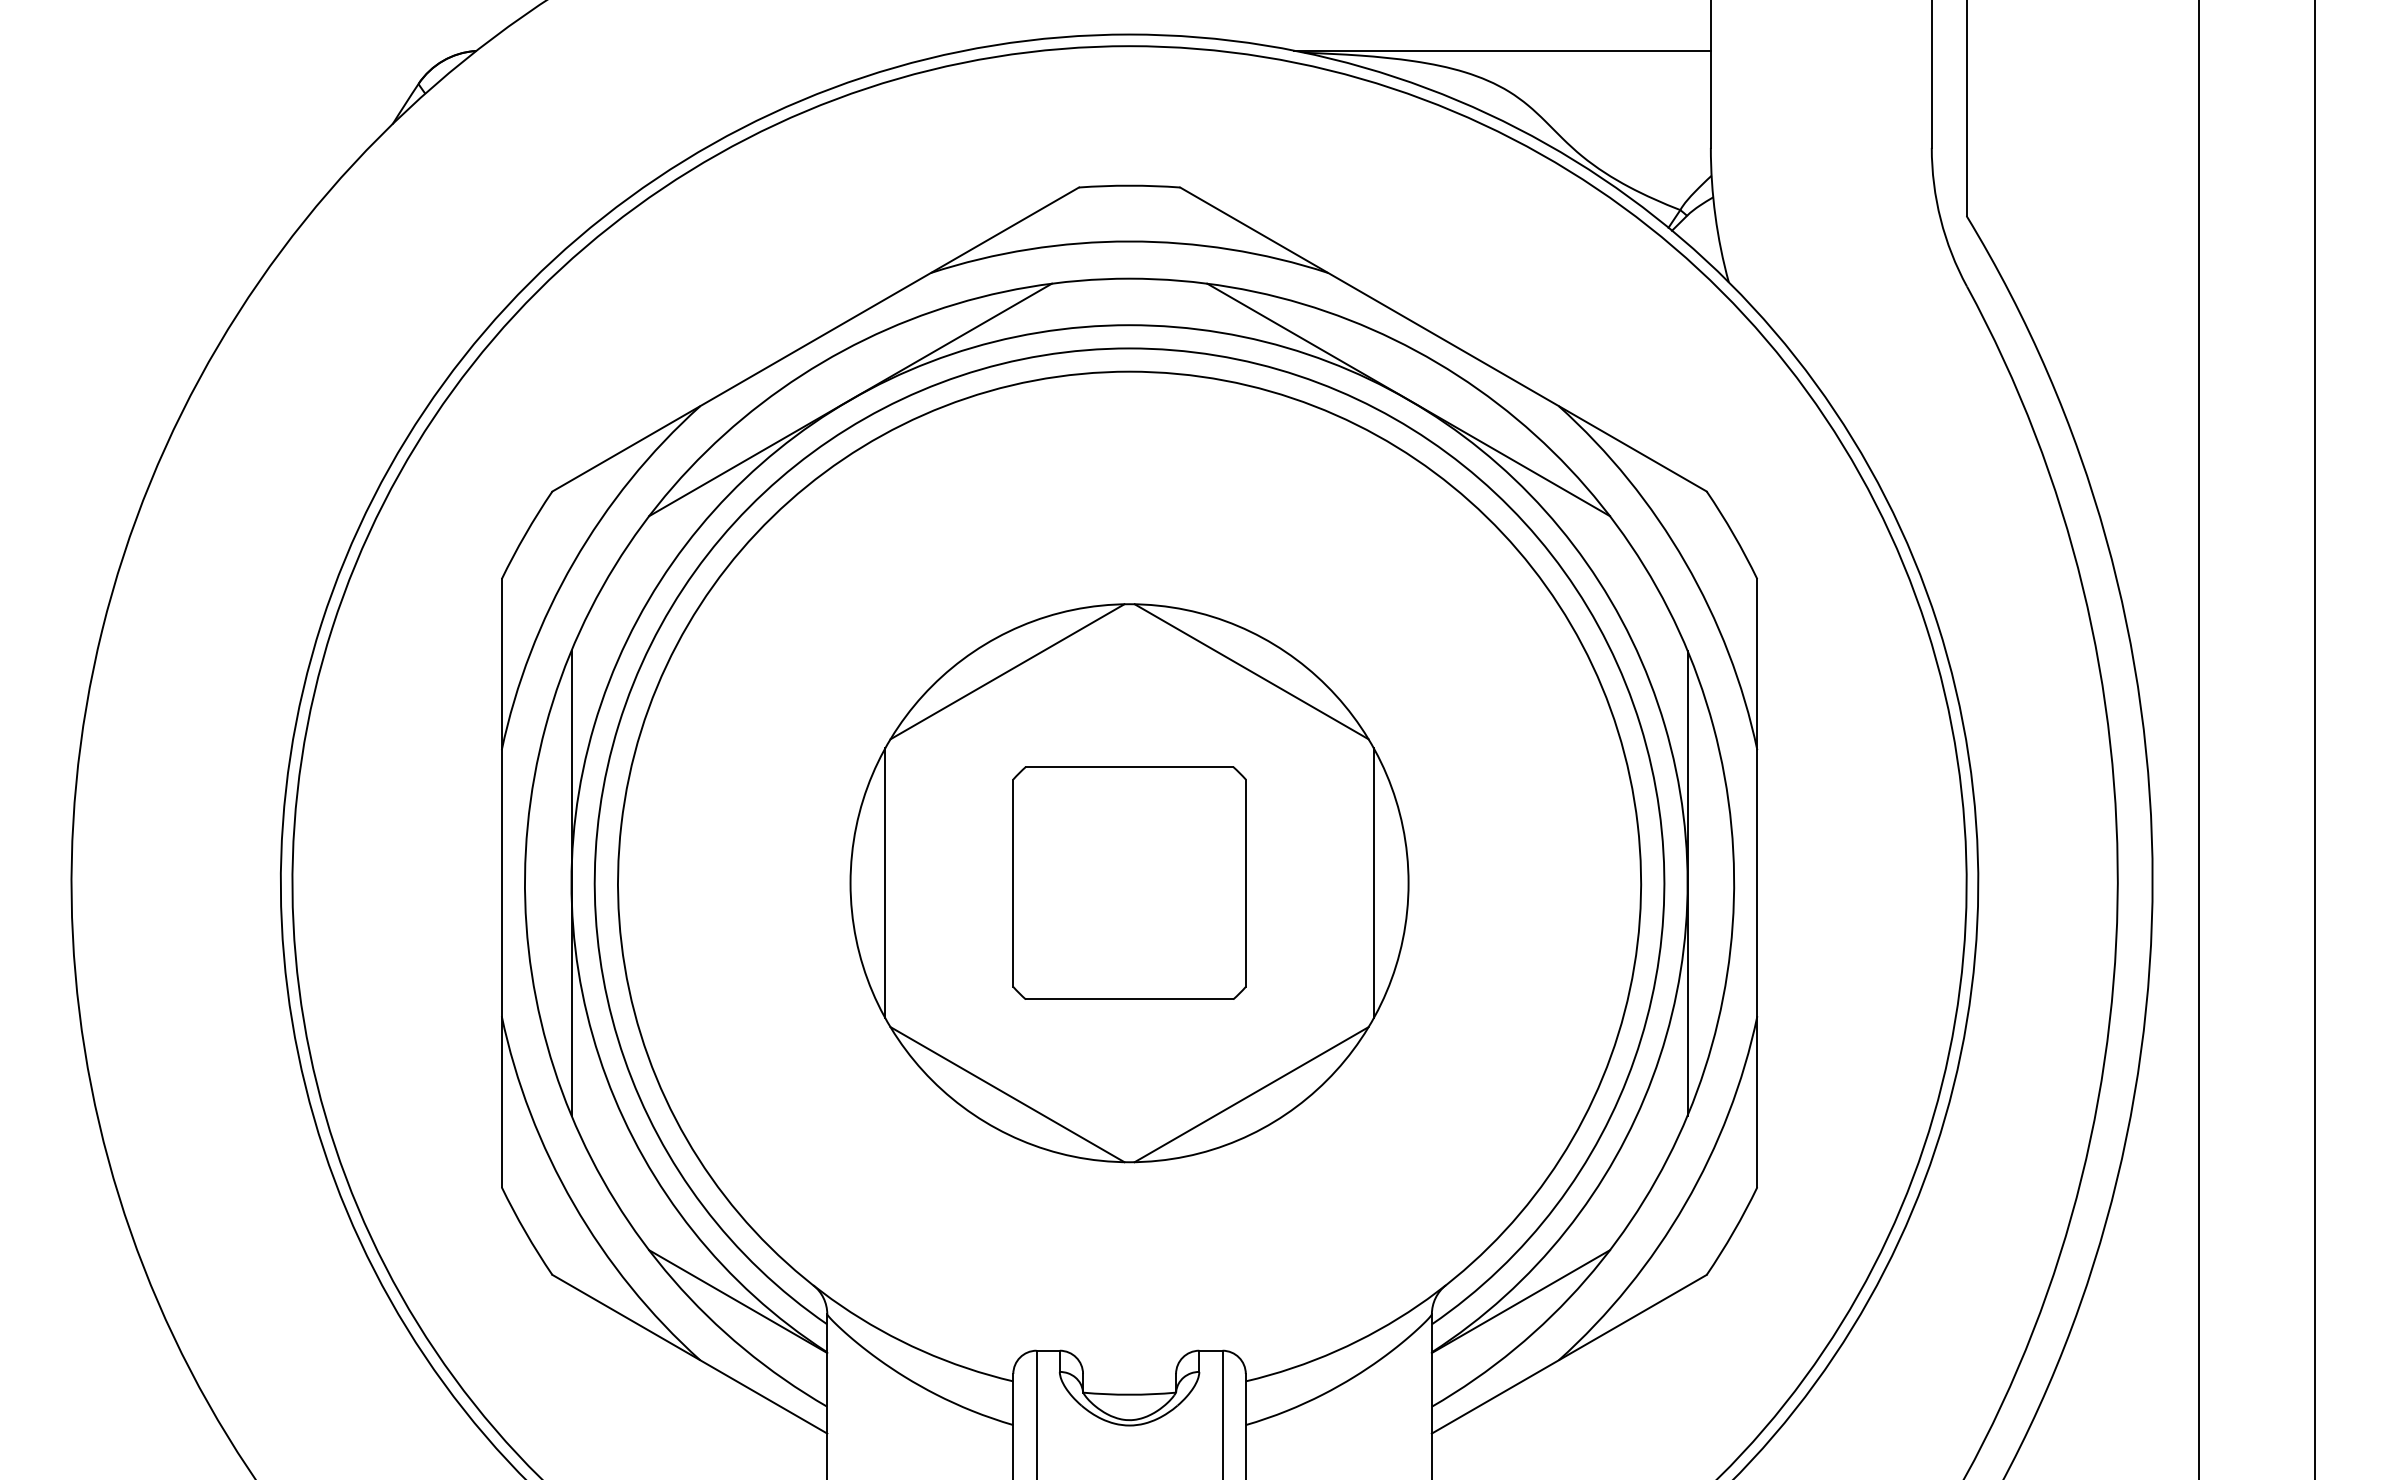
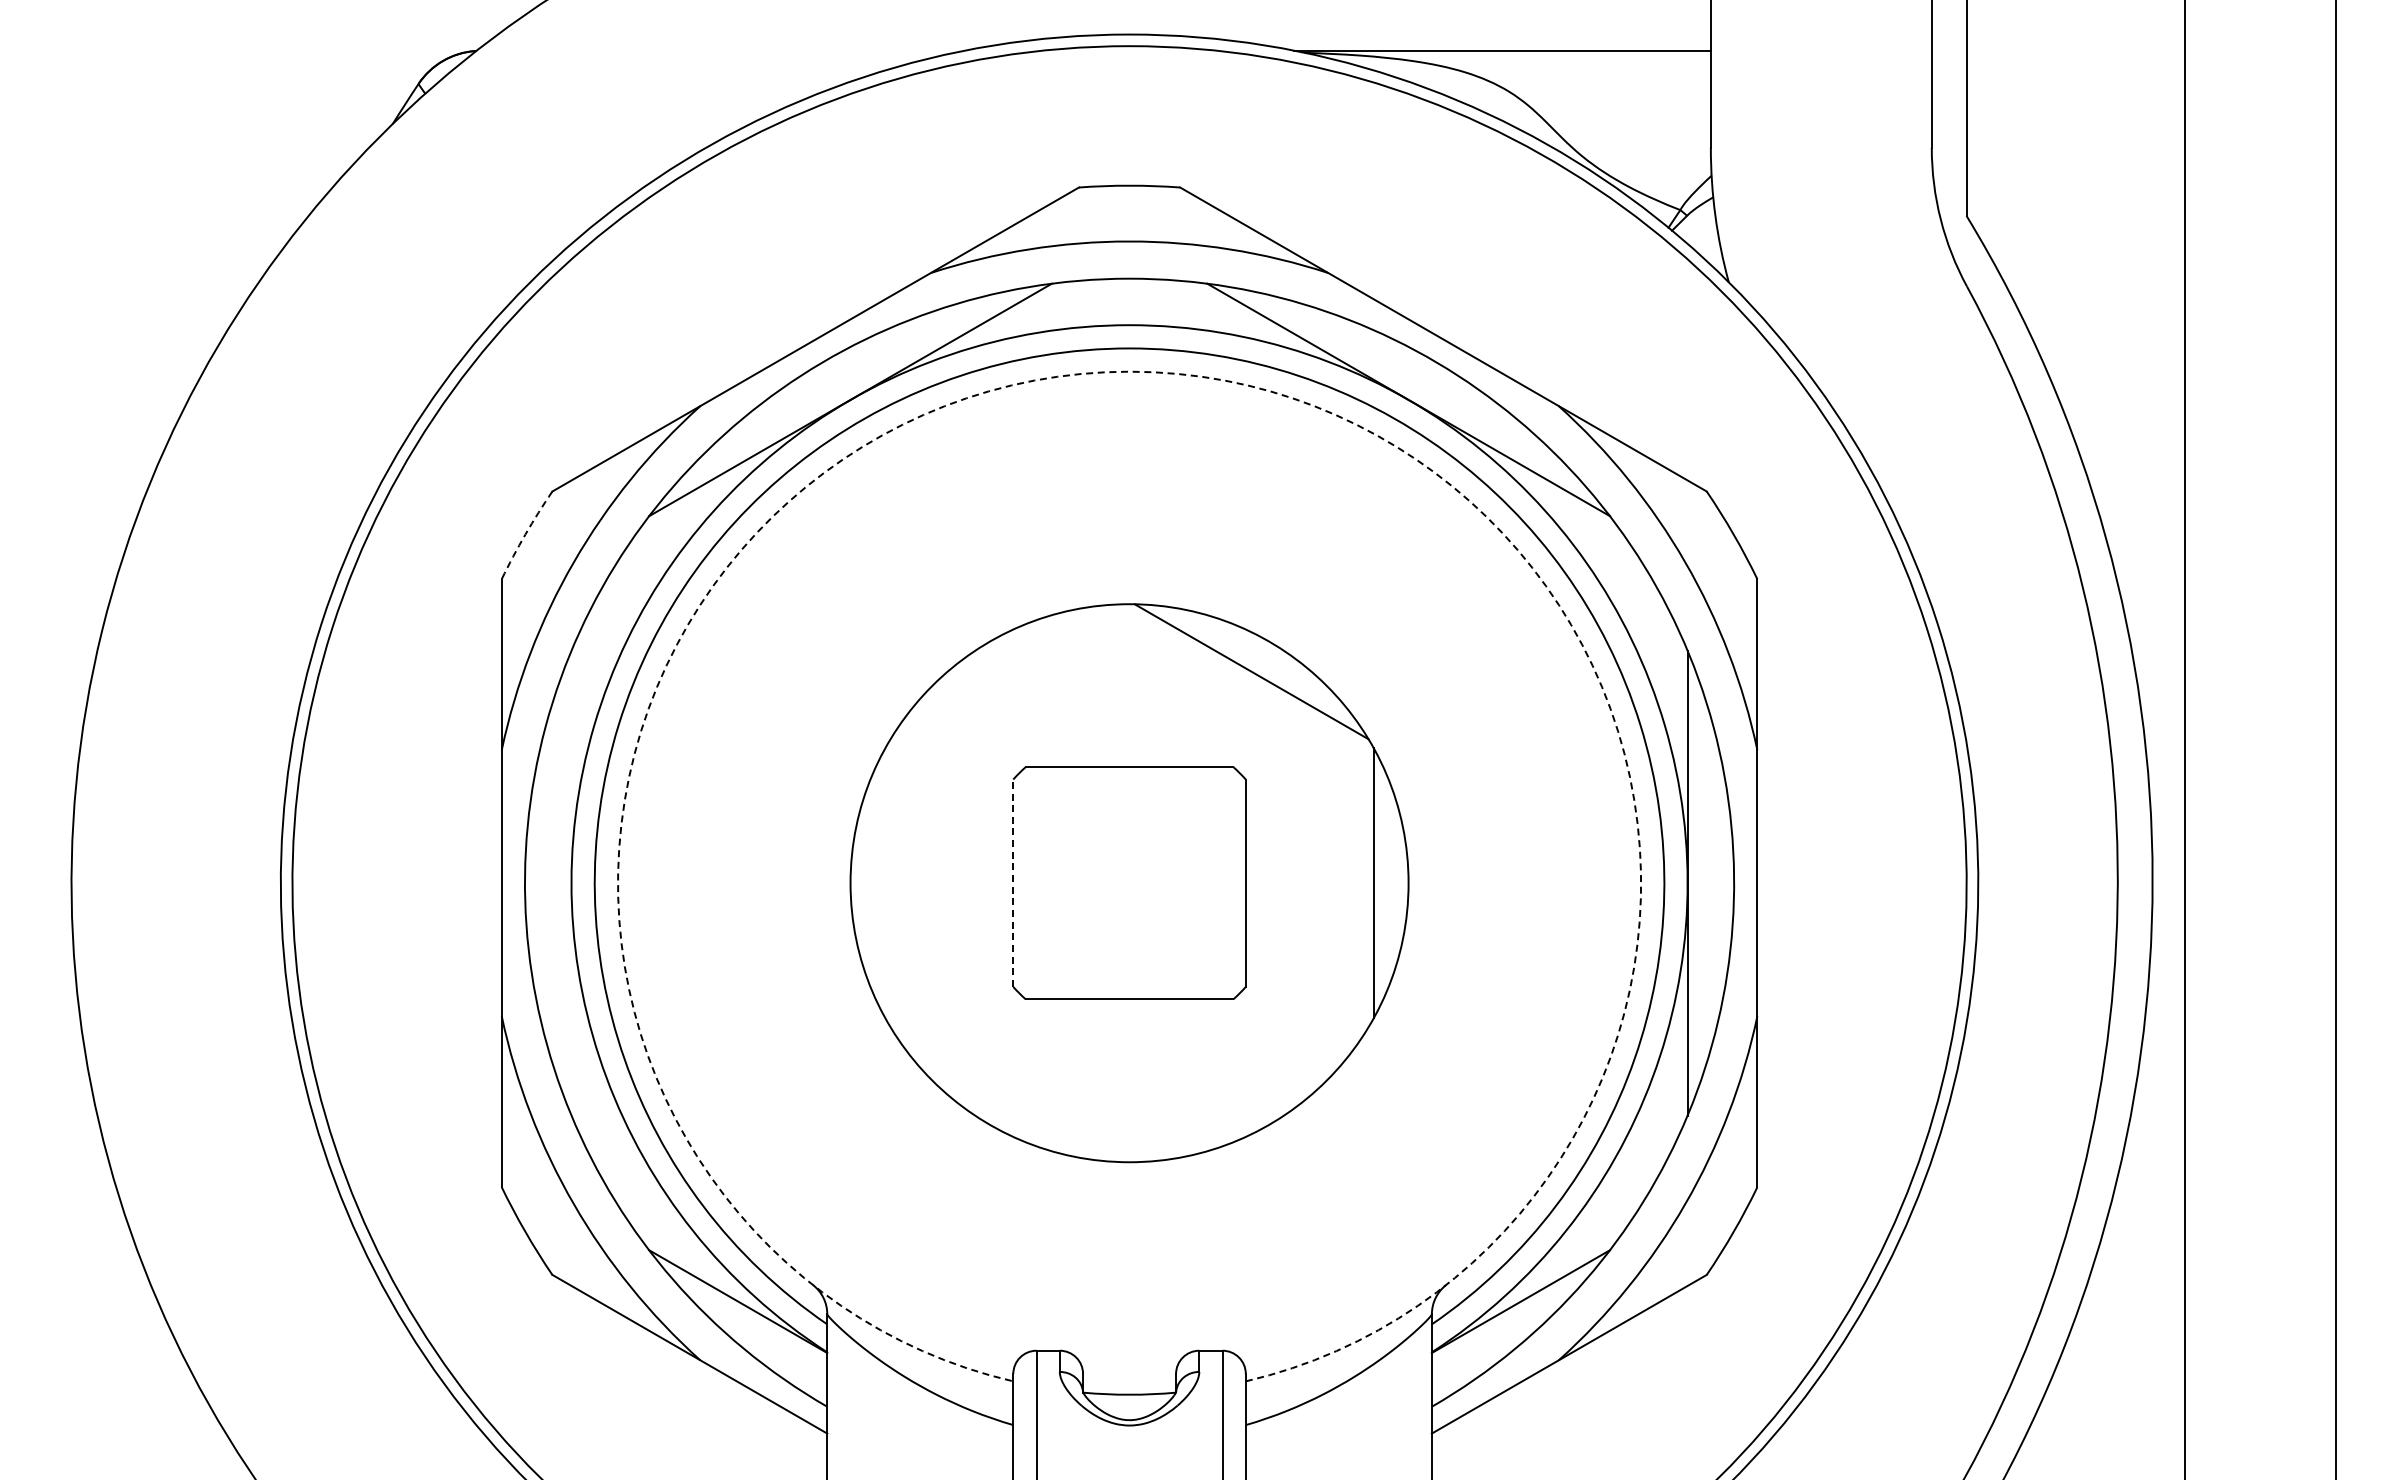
arc at (1129, 371): solid -> dashed
arc at (525, 534): solid -> dashed
line at (1007, 671): present -> none
line at (2199, 739) position: (2199, 739) -> (2185, 739)
line at (2315, 739) position: (2315, 739) -> (2336, 739)
line at (571, 882): present -> none
line at (885, 883): present -> none
line at (1013, 883): solid -> dashed
line at (1007, 1094): present -> none
line at (1251, 1094): present -> none
